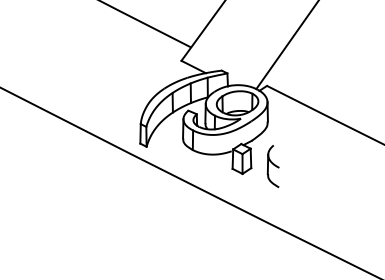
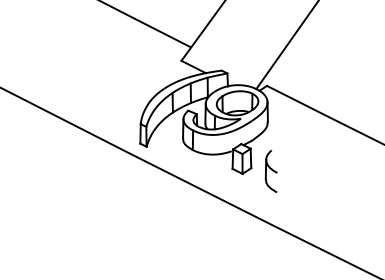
part at (272, 166) position: (272, 166) -> (270, 171)
